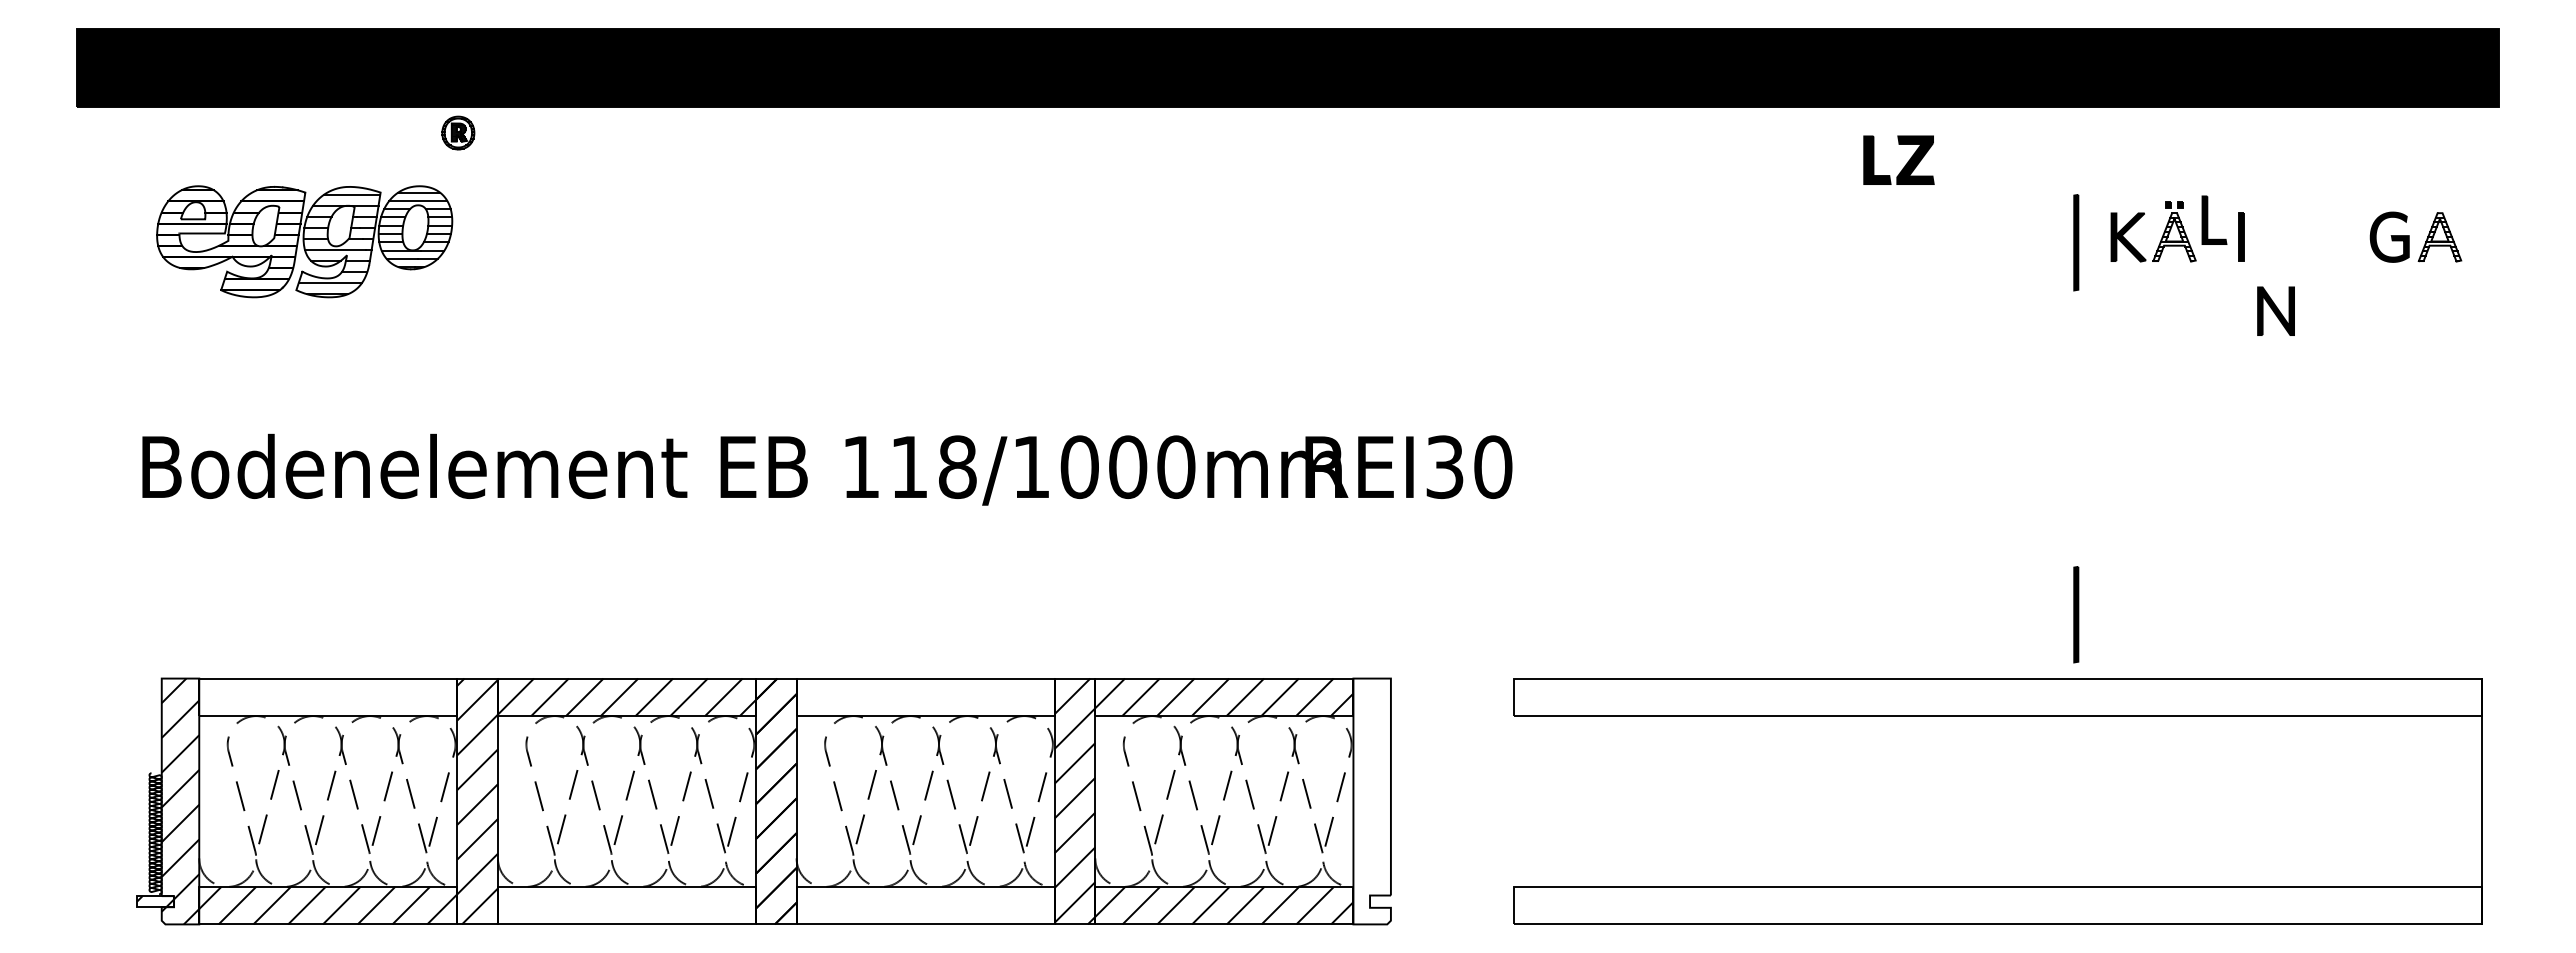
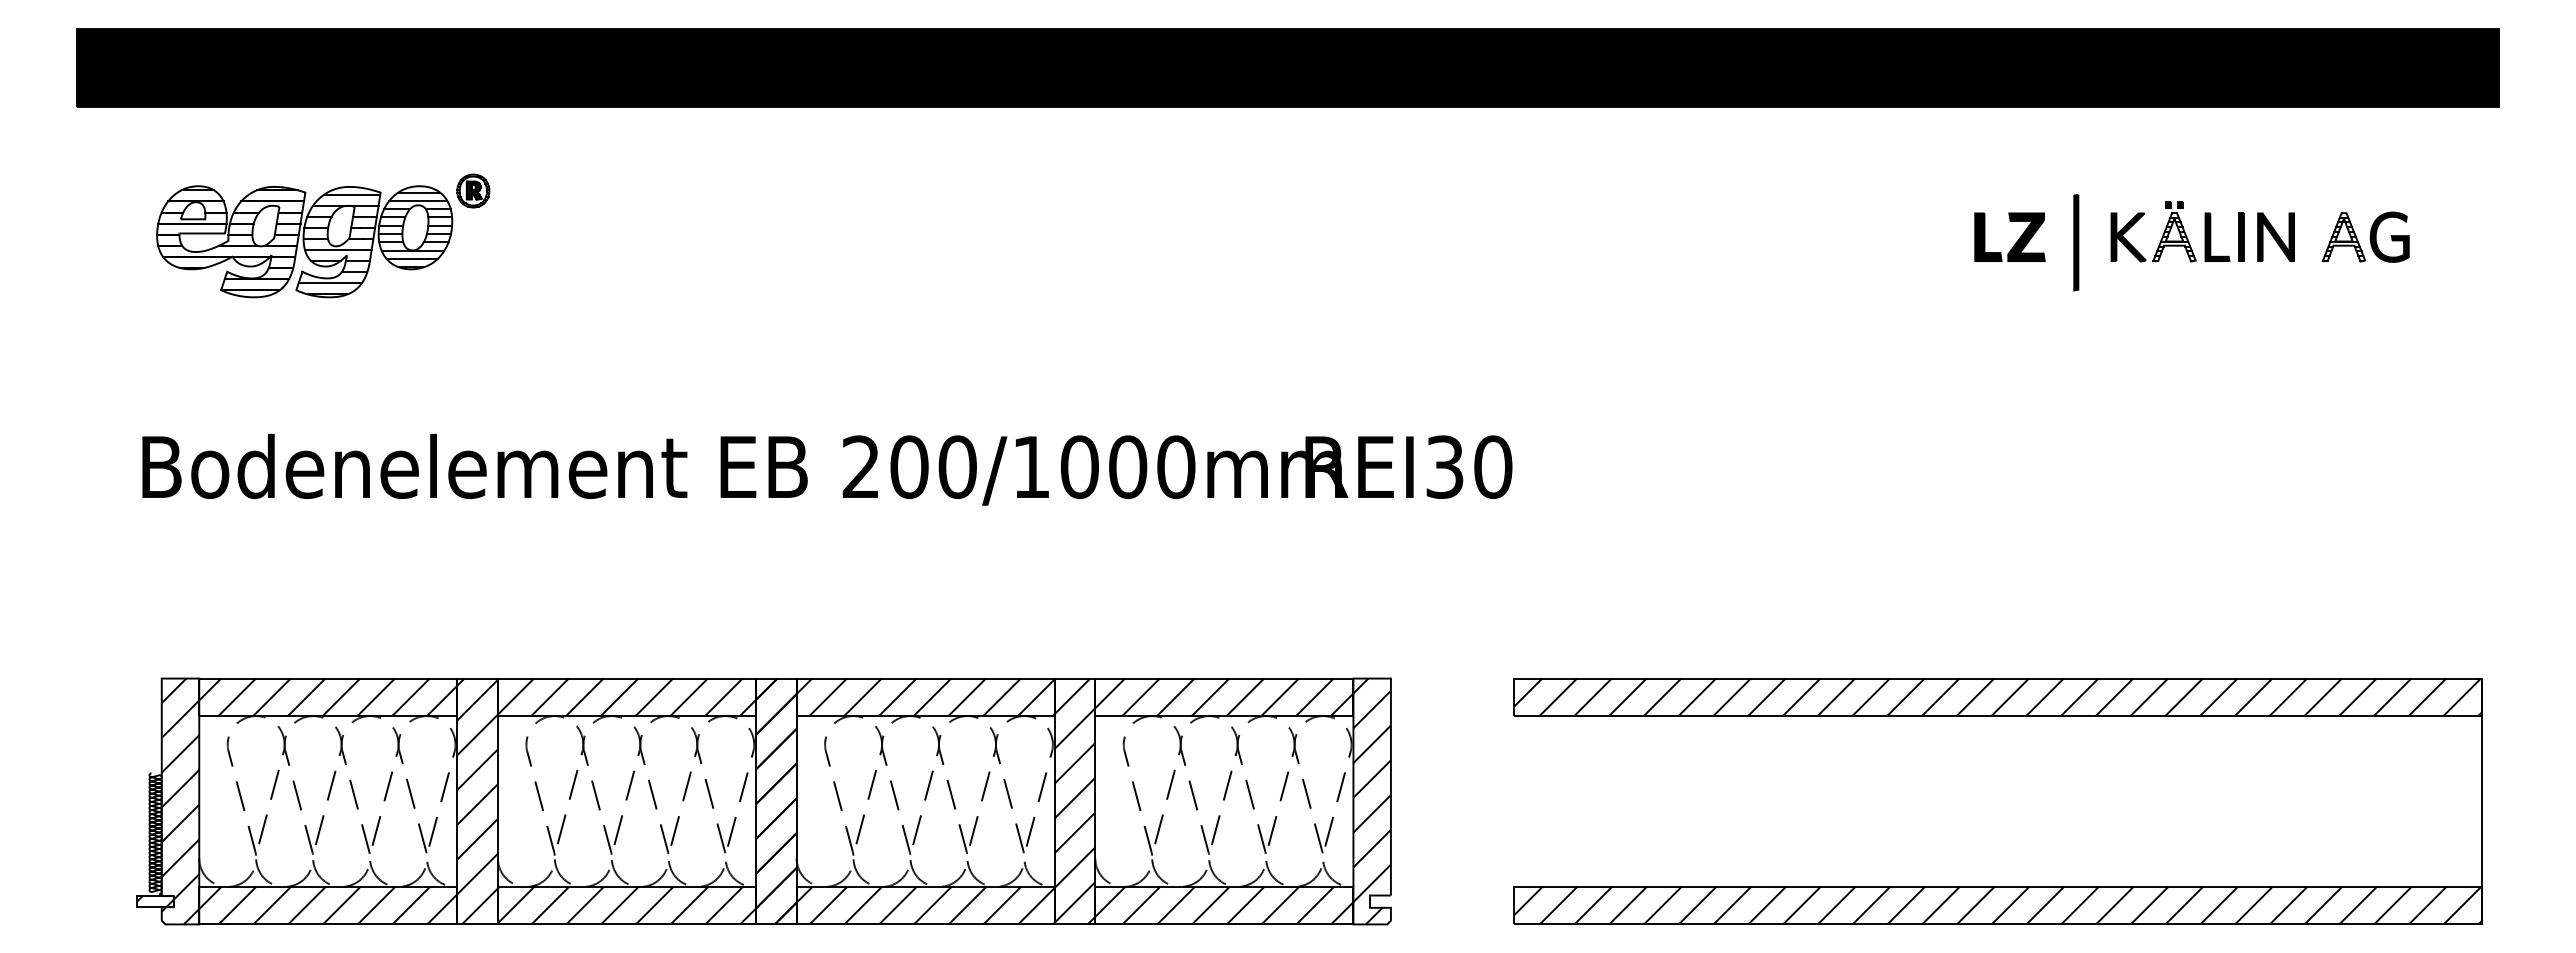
part at (458, 132) position: (458, 132) -> (473, 190)
part at (1904, 165) position: (1904, 165) -> (2015, 242)
part at (2214, 219) position: (2214, 219) -> (2217, 236)
part at (2439, 237) position: (2439, 237) -> (2343, 237)
part at (2275, 310) position: (2275, 310) -> (2275, 236)
text at (909, 467): 118/1000mm -> 200/1000mm
part at (2076, 614): present -> none
hatch at (328, 697): none -> present
hatch at (925, 697): none -> present
hatch at (1997, 697): none -> present
hatch at (1371, 801): none -> present
hatch at (626, 905): none -> present
hatch at (925, 905): none -> present
hatch at (1997, 905): none -> present
